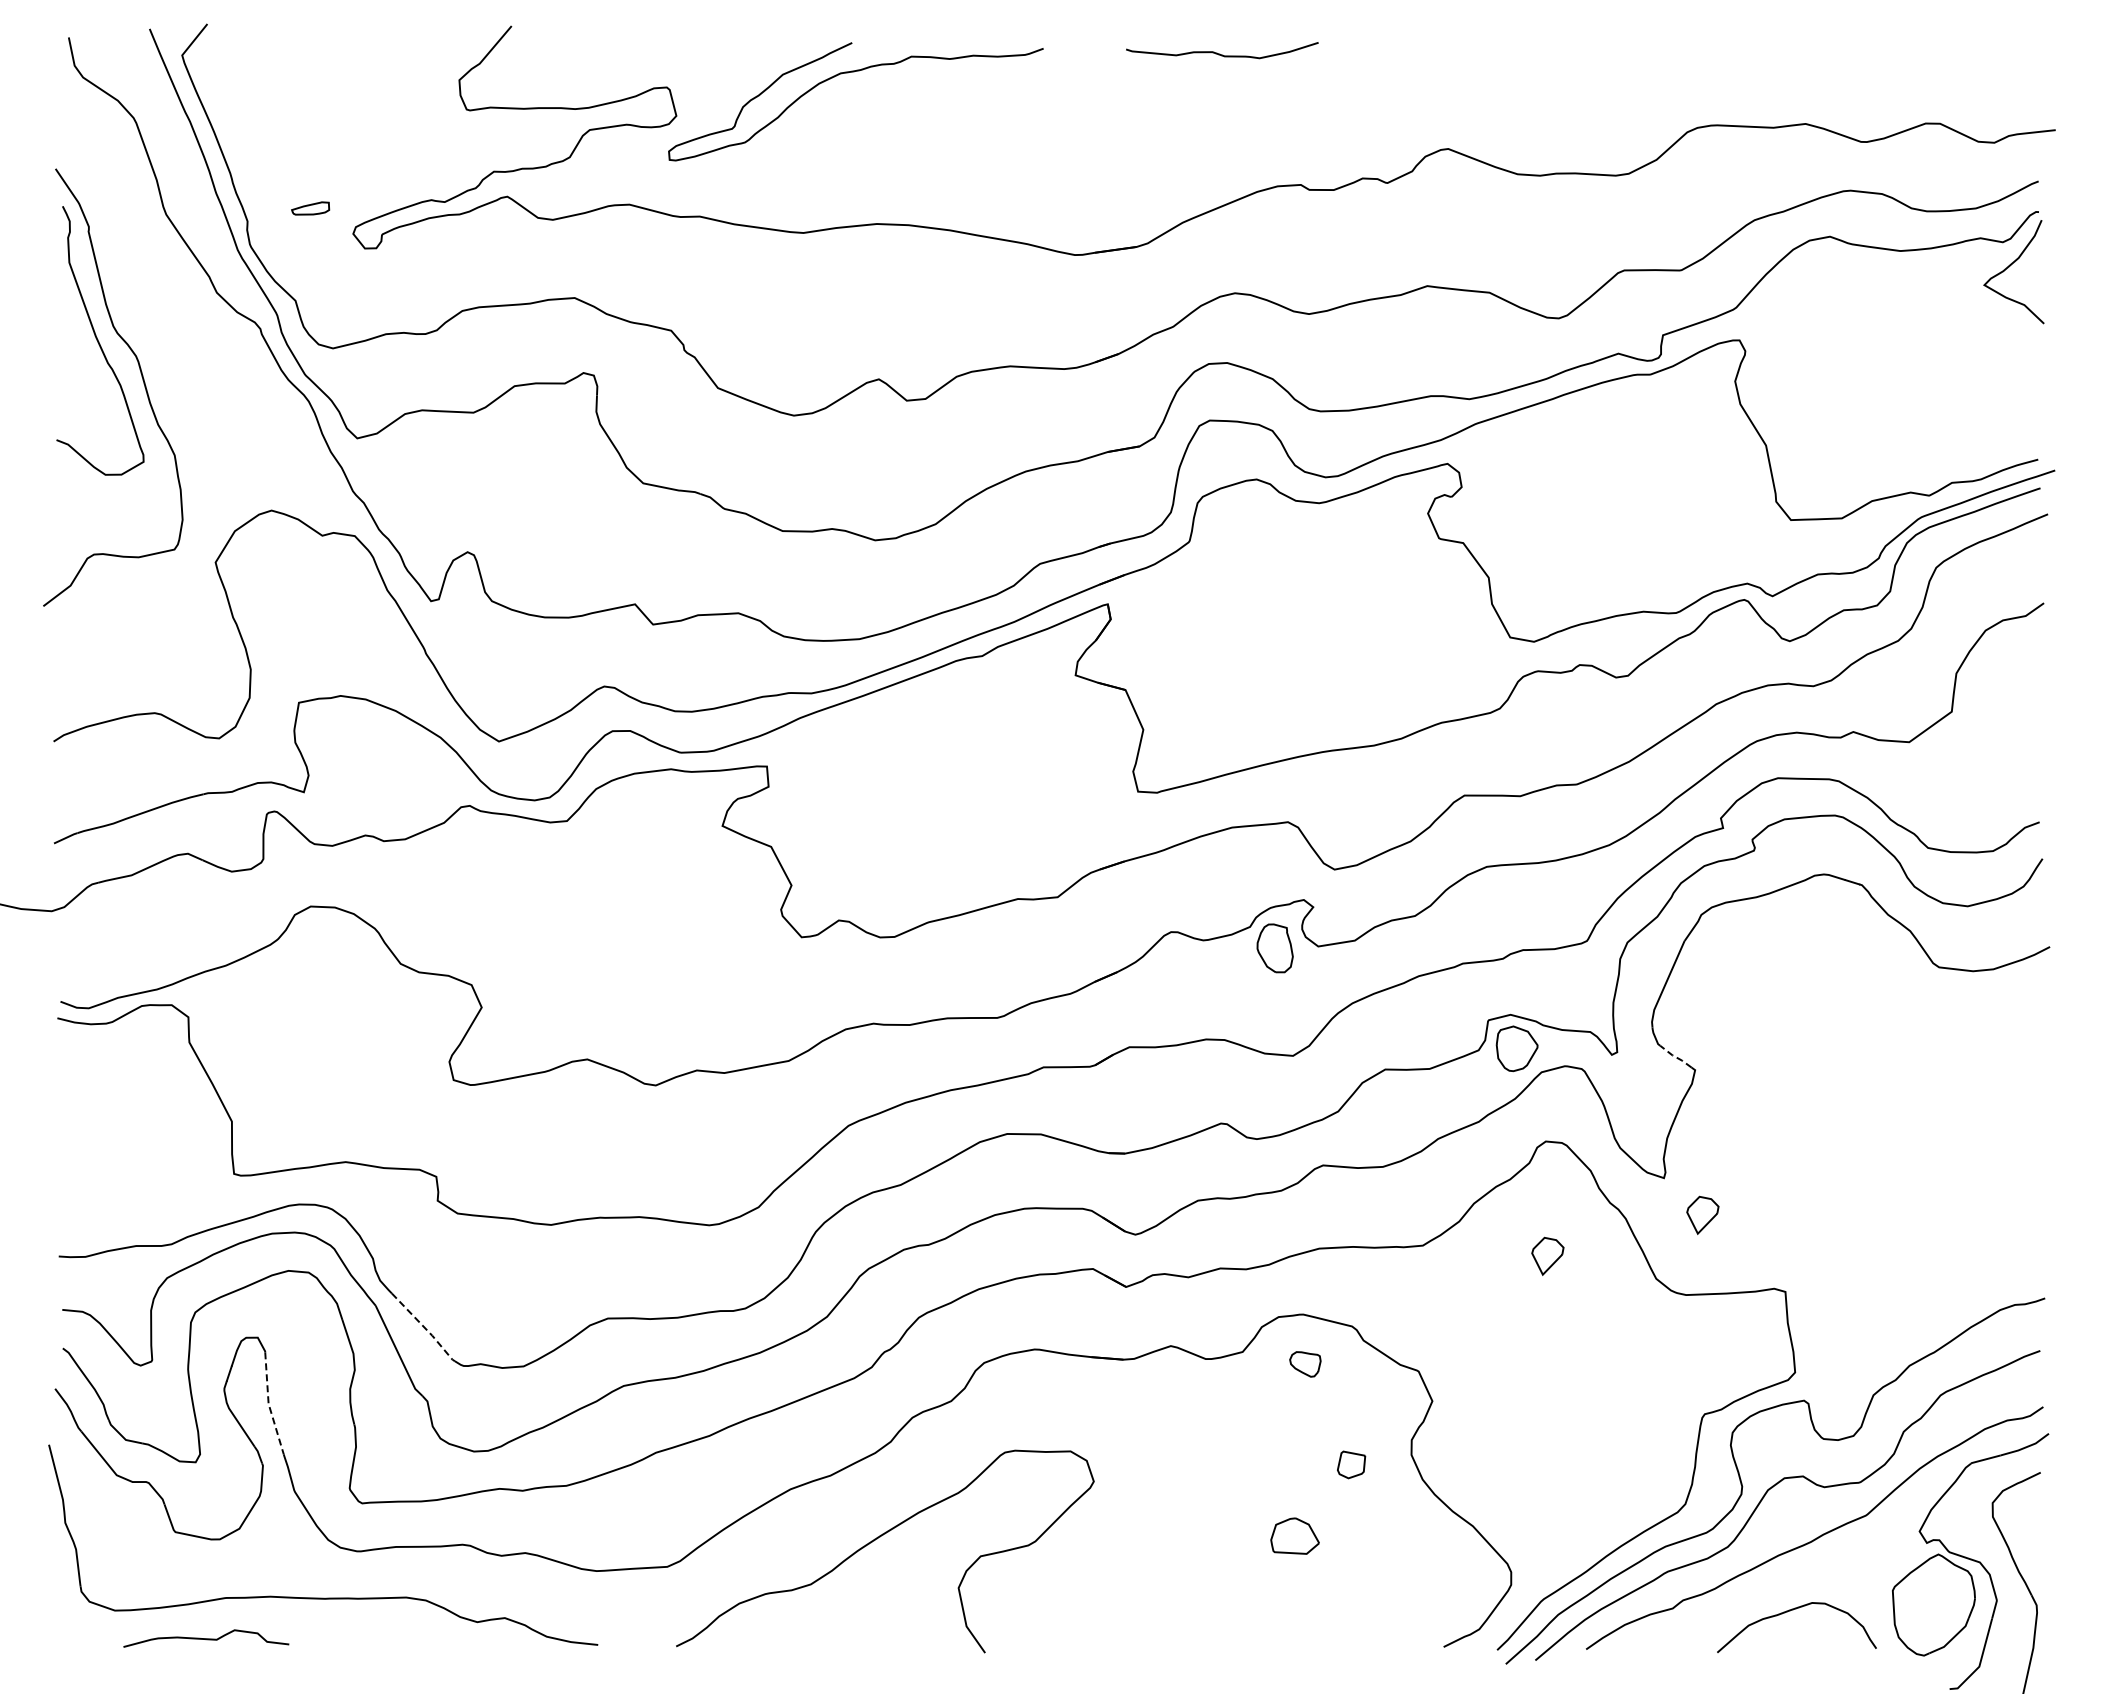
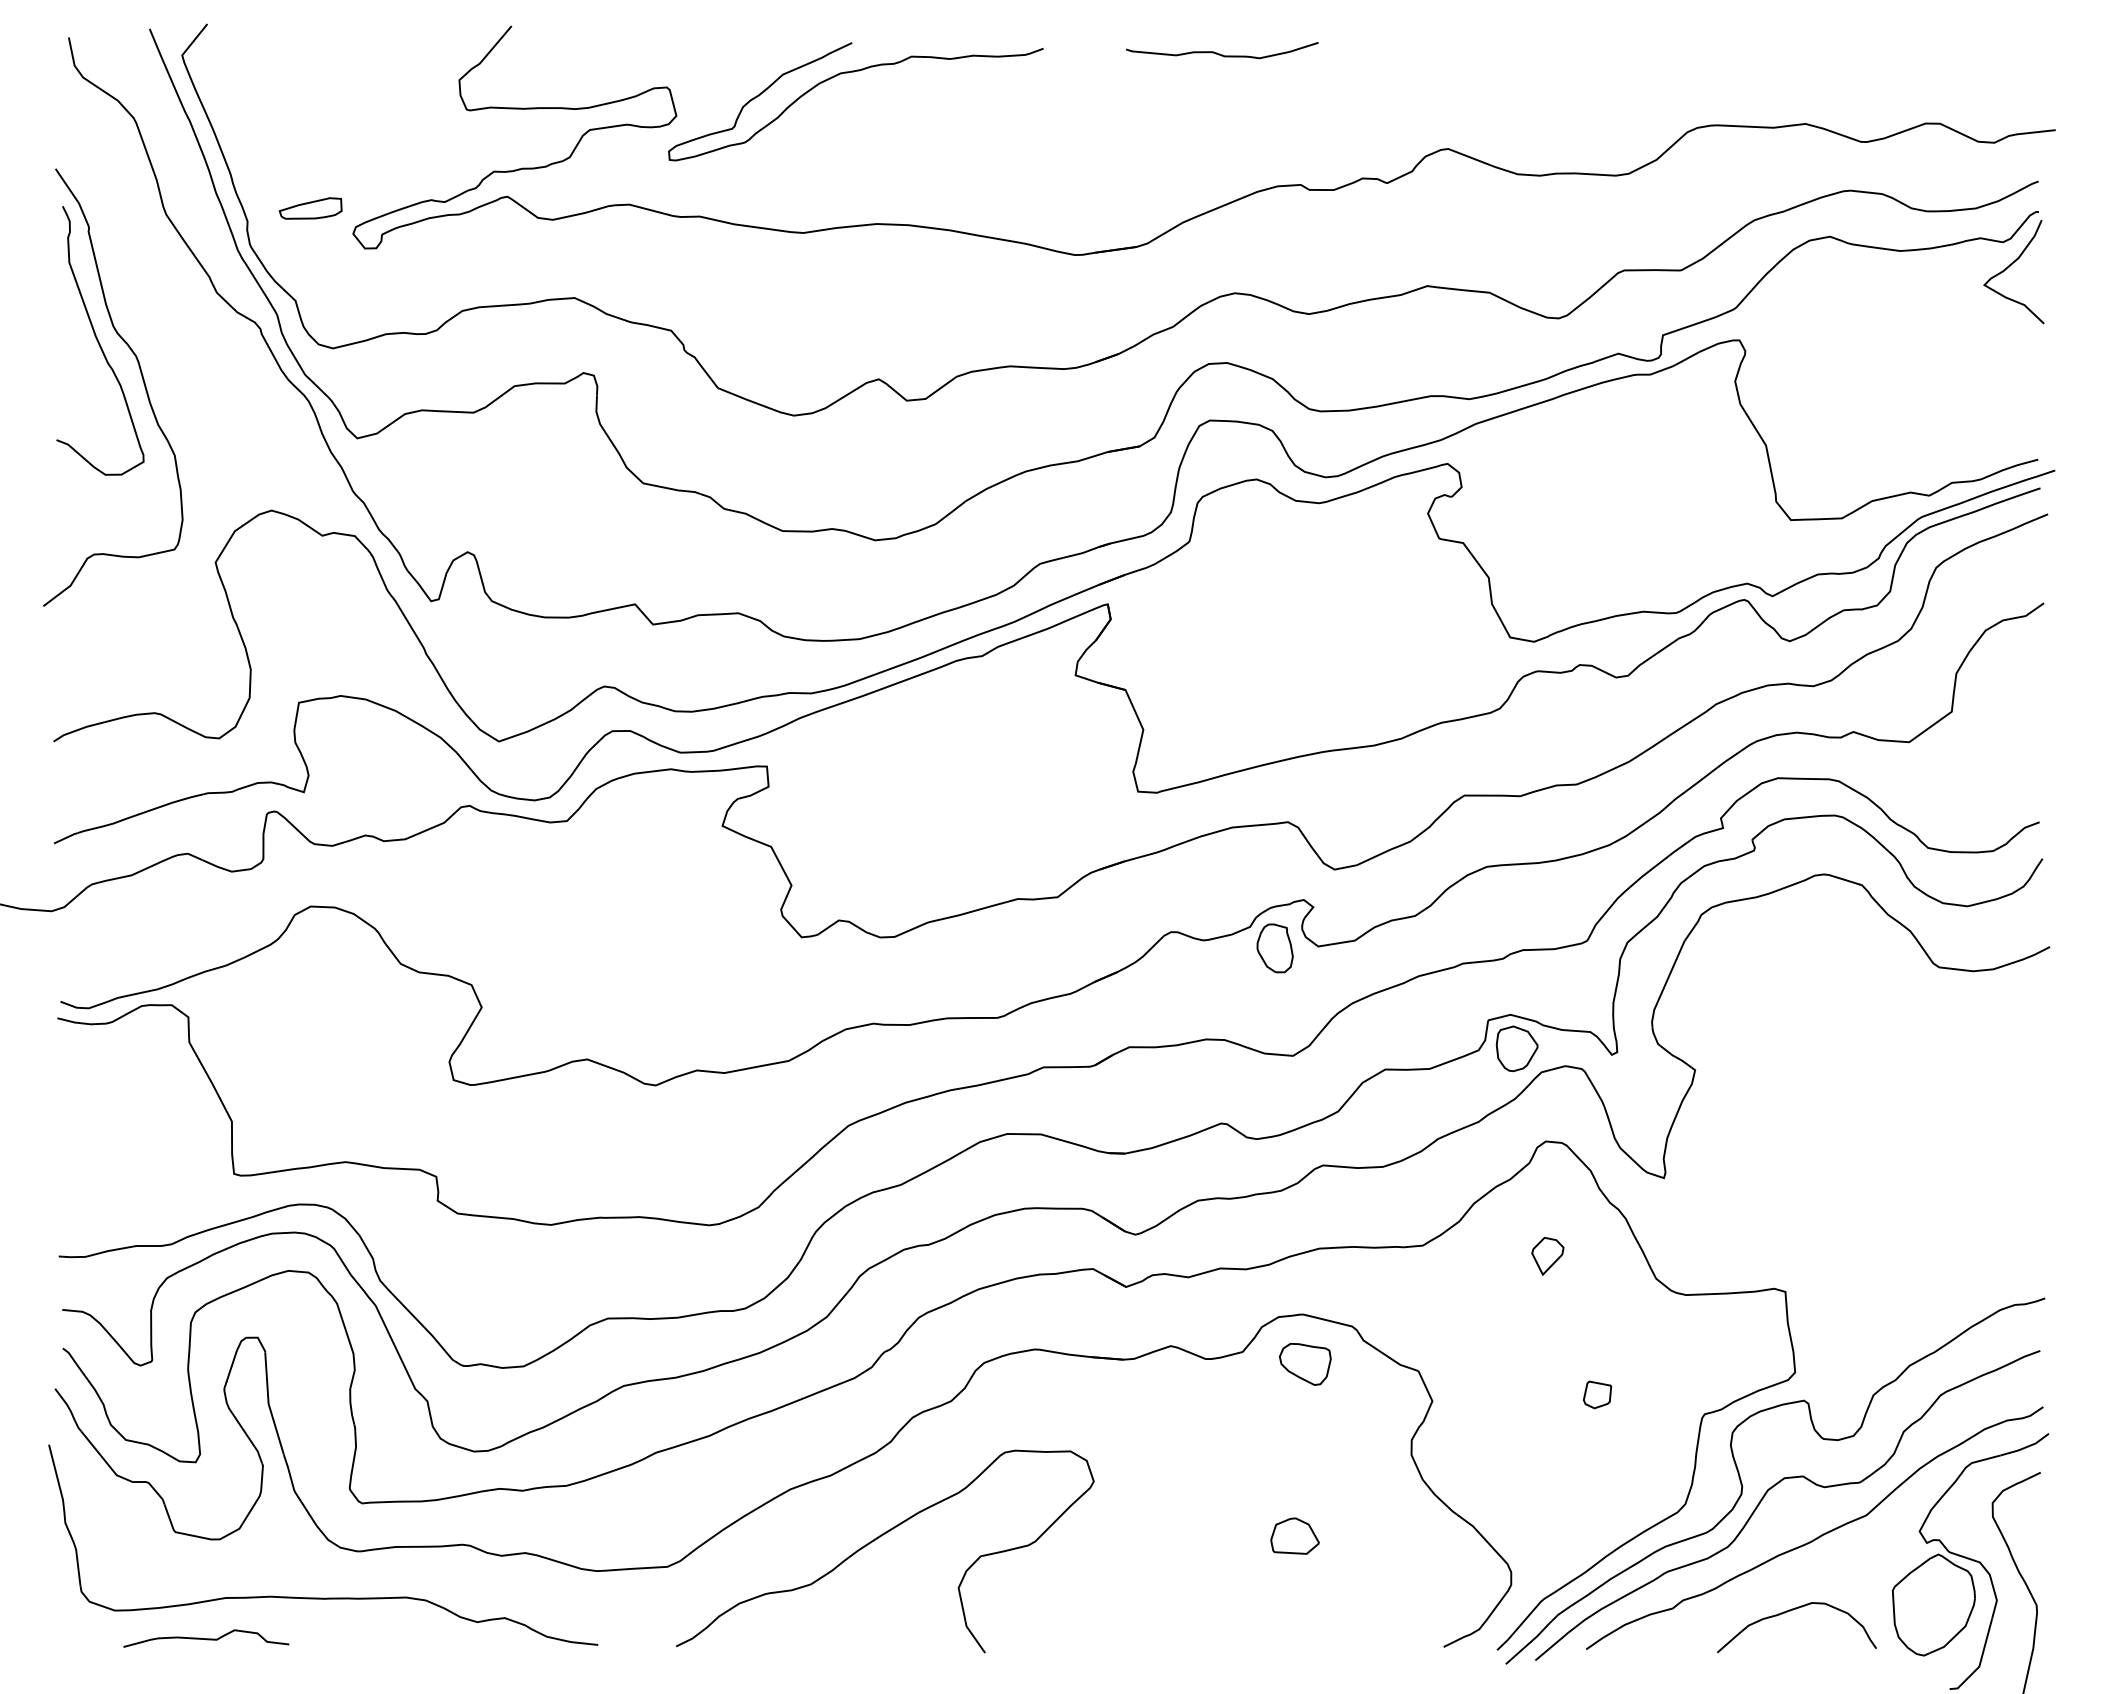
part at (310, 208) size: 40x15 px -> 65x23 px
line at (1675, 1057): dashed -> solid
part at (1702, 1214): present -> none
line at (424, 1327): dashed -> solid
part at (1305, 1364) size: 33x27 px -> 53x43 px
line at (268, 1403): dashed -> solid
part at (1351, 1464) position: (1351, 1464) -> (1597, 1394)
